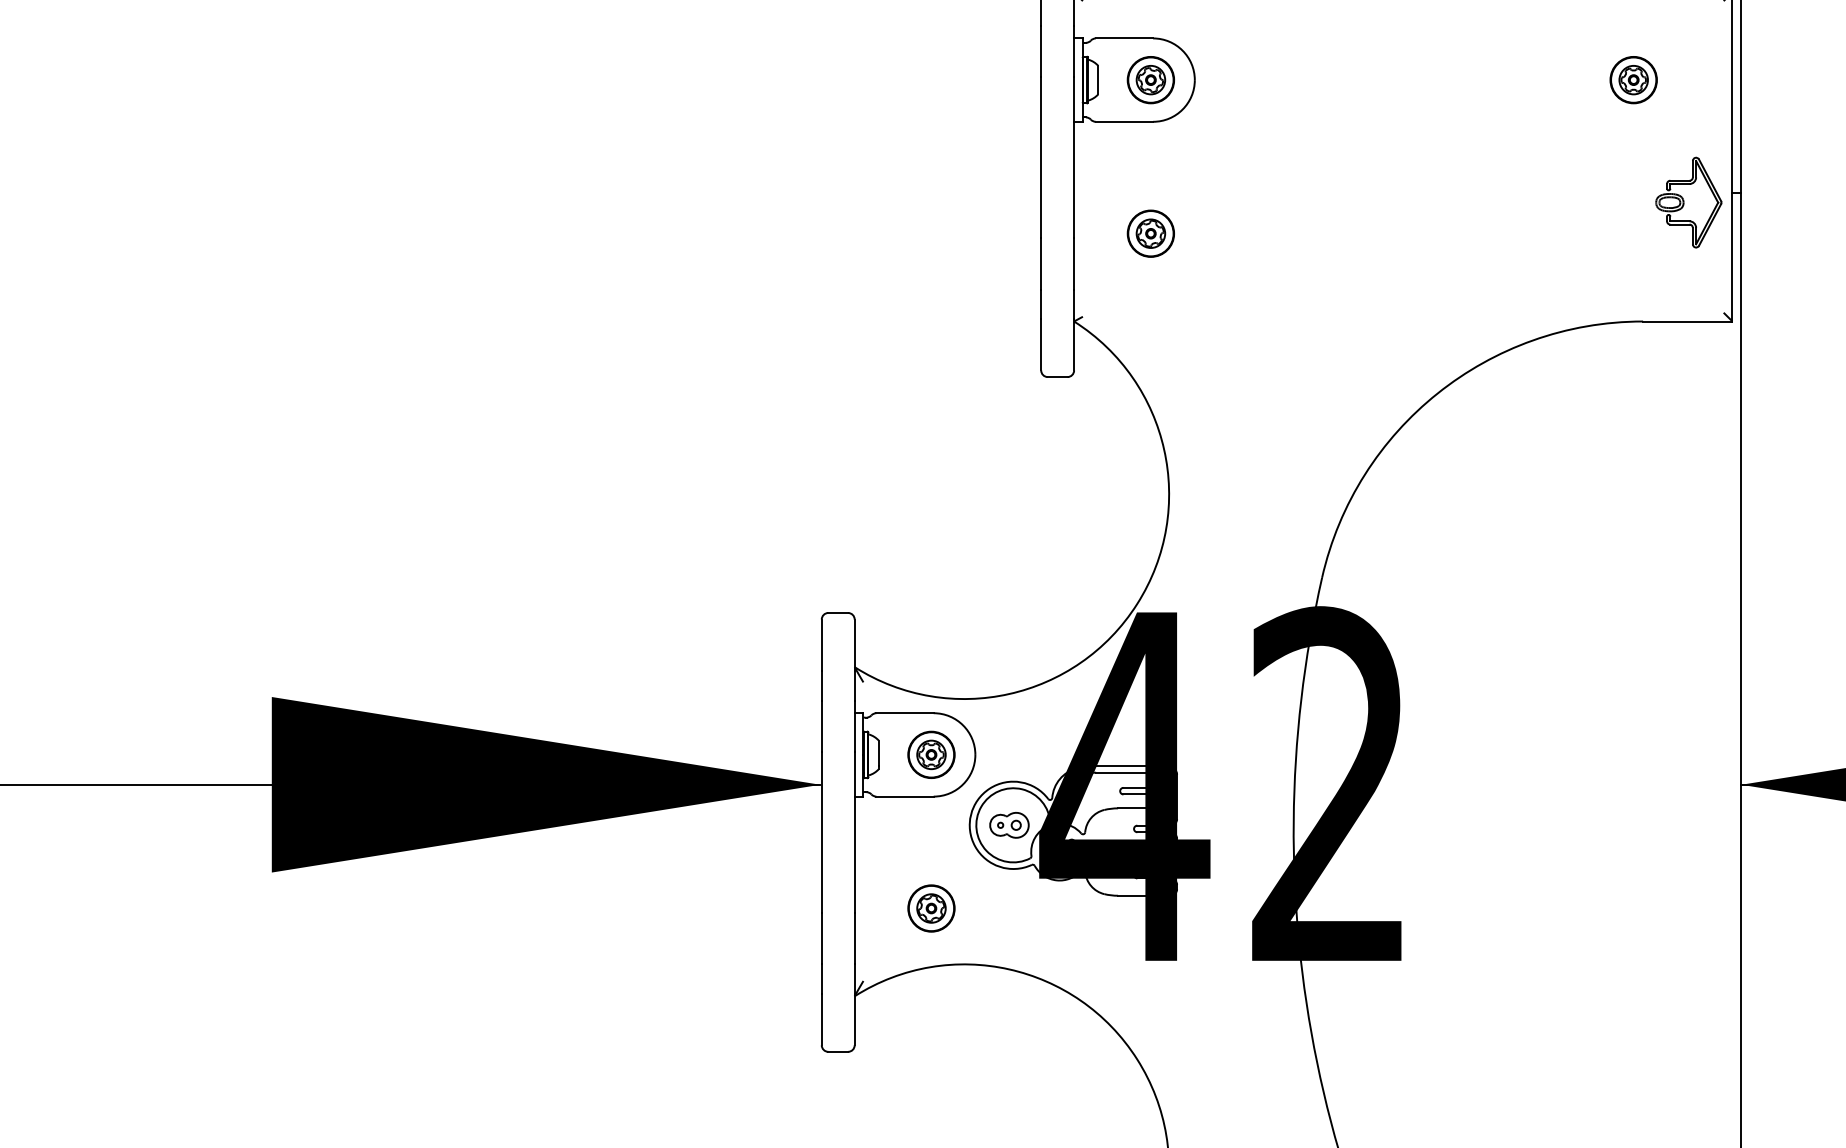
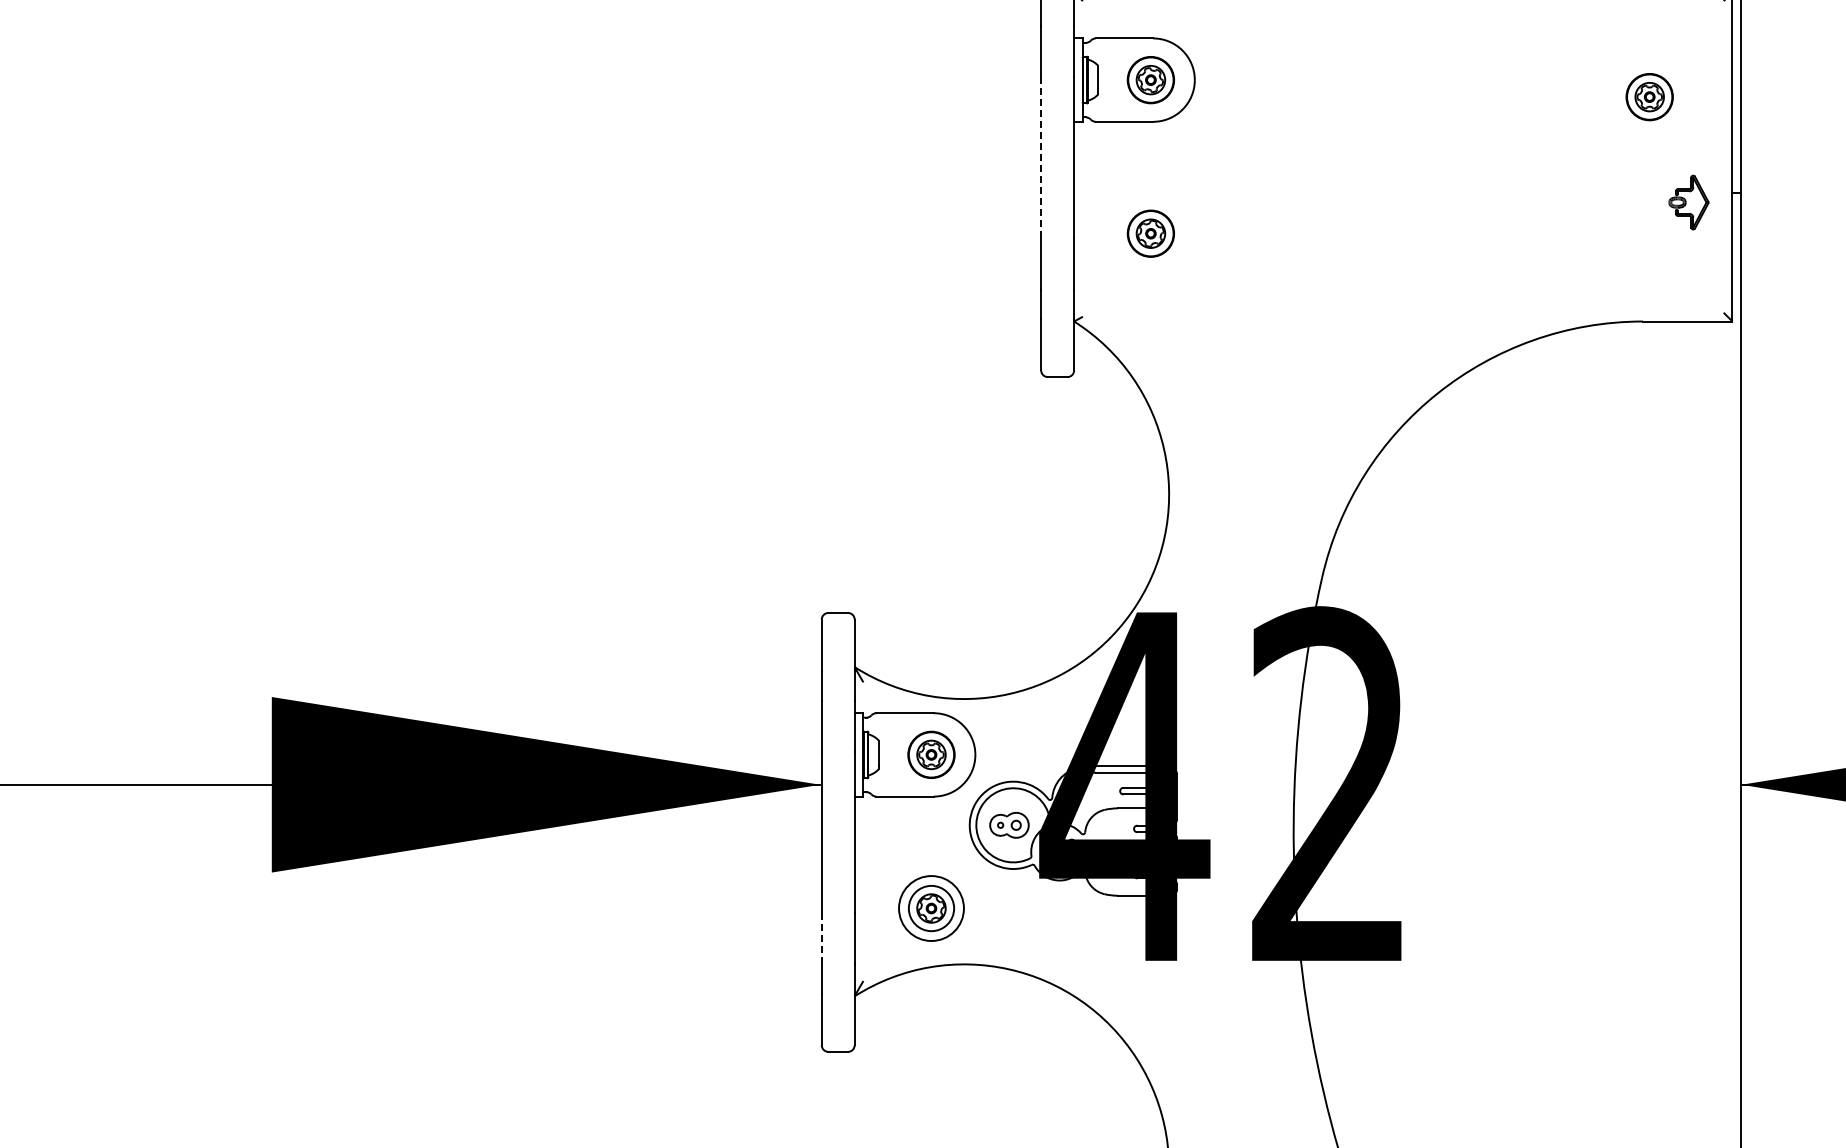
part at (1633, 80) position: (1633, 80) -> (1649, 97)
line at (1041, 157): solid -> dashed
part at (1688, 202) size: 68x93 px -> 42x57 px
circle at (931, 908) diameter: 46 px -> 65 px
line at (821, 938): solid -> dashed
